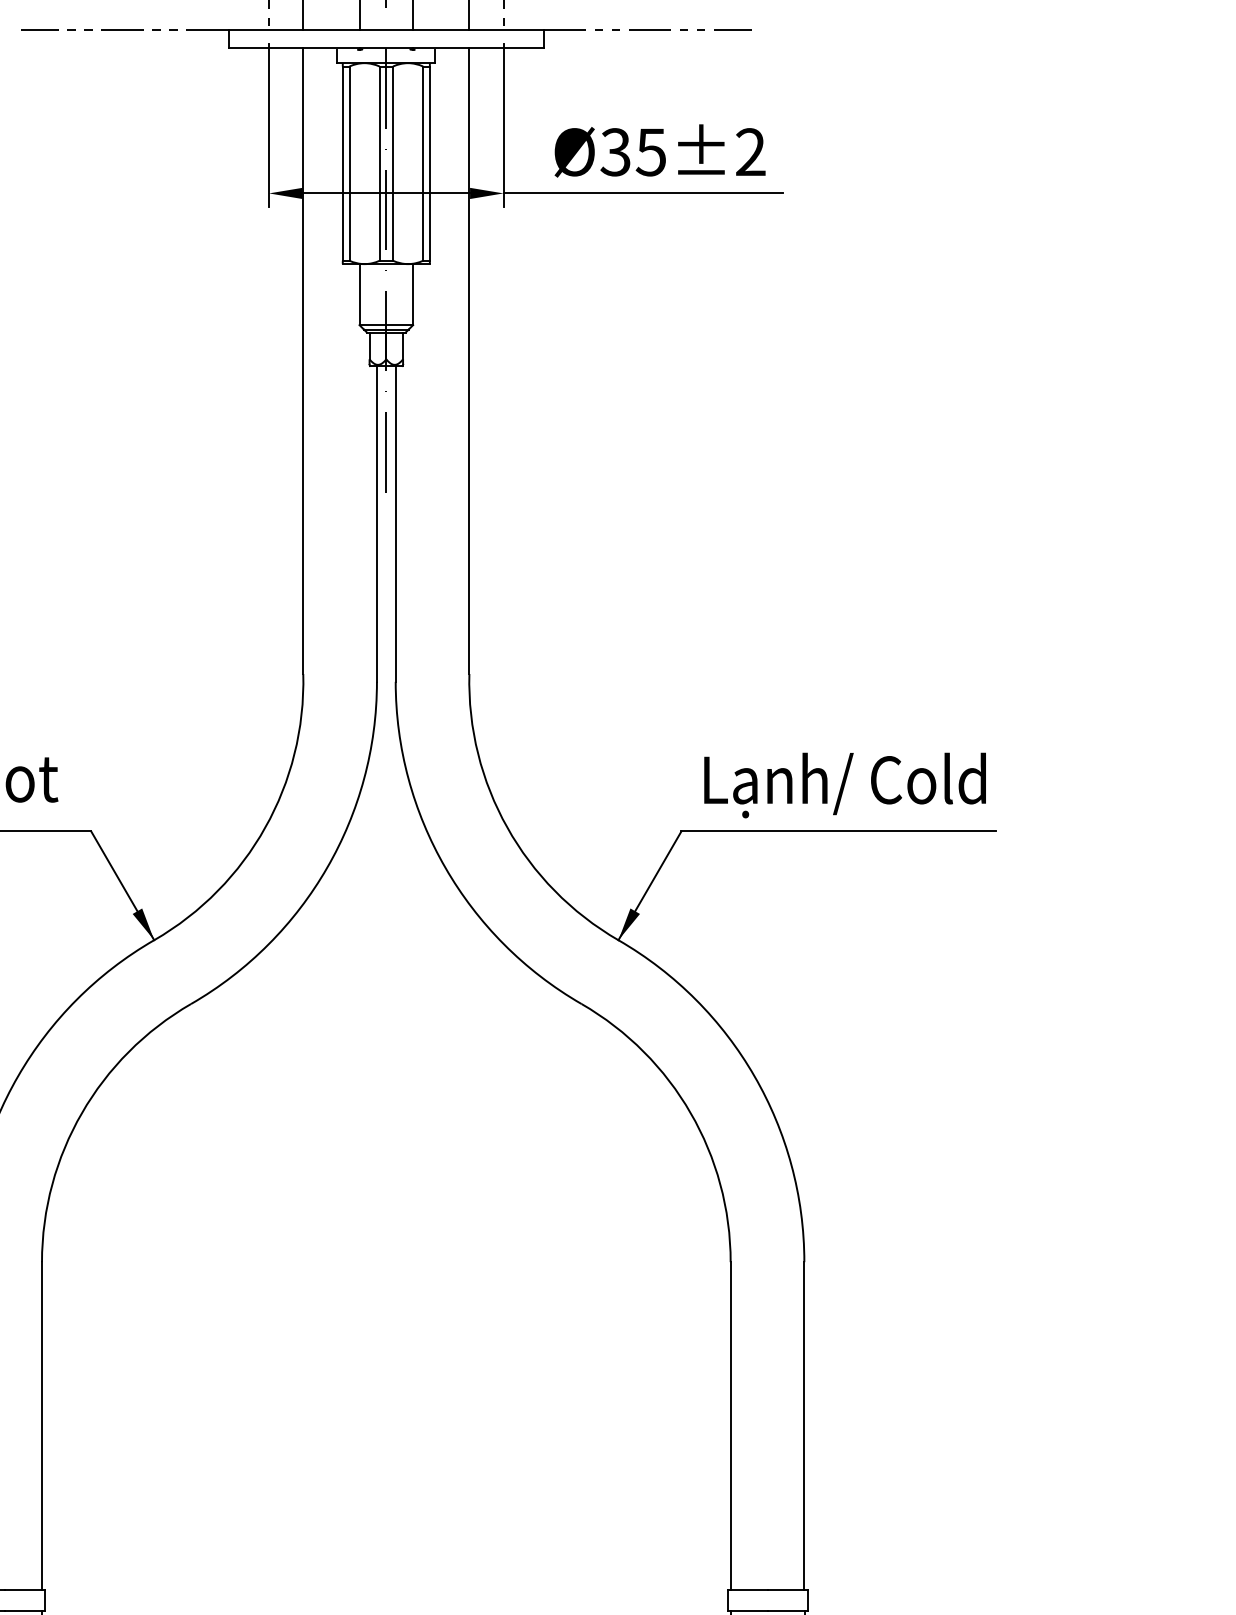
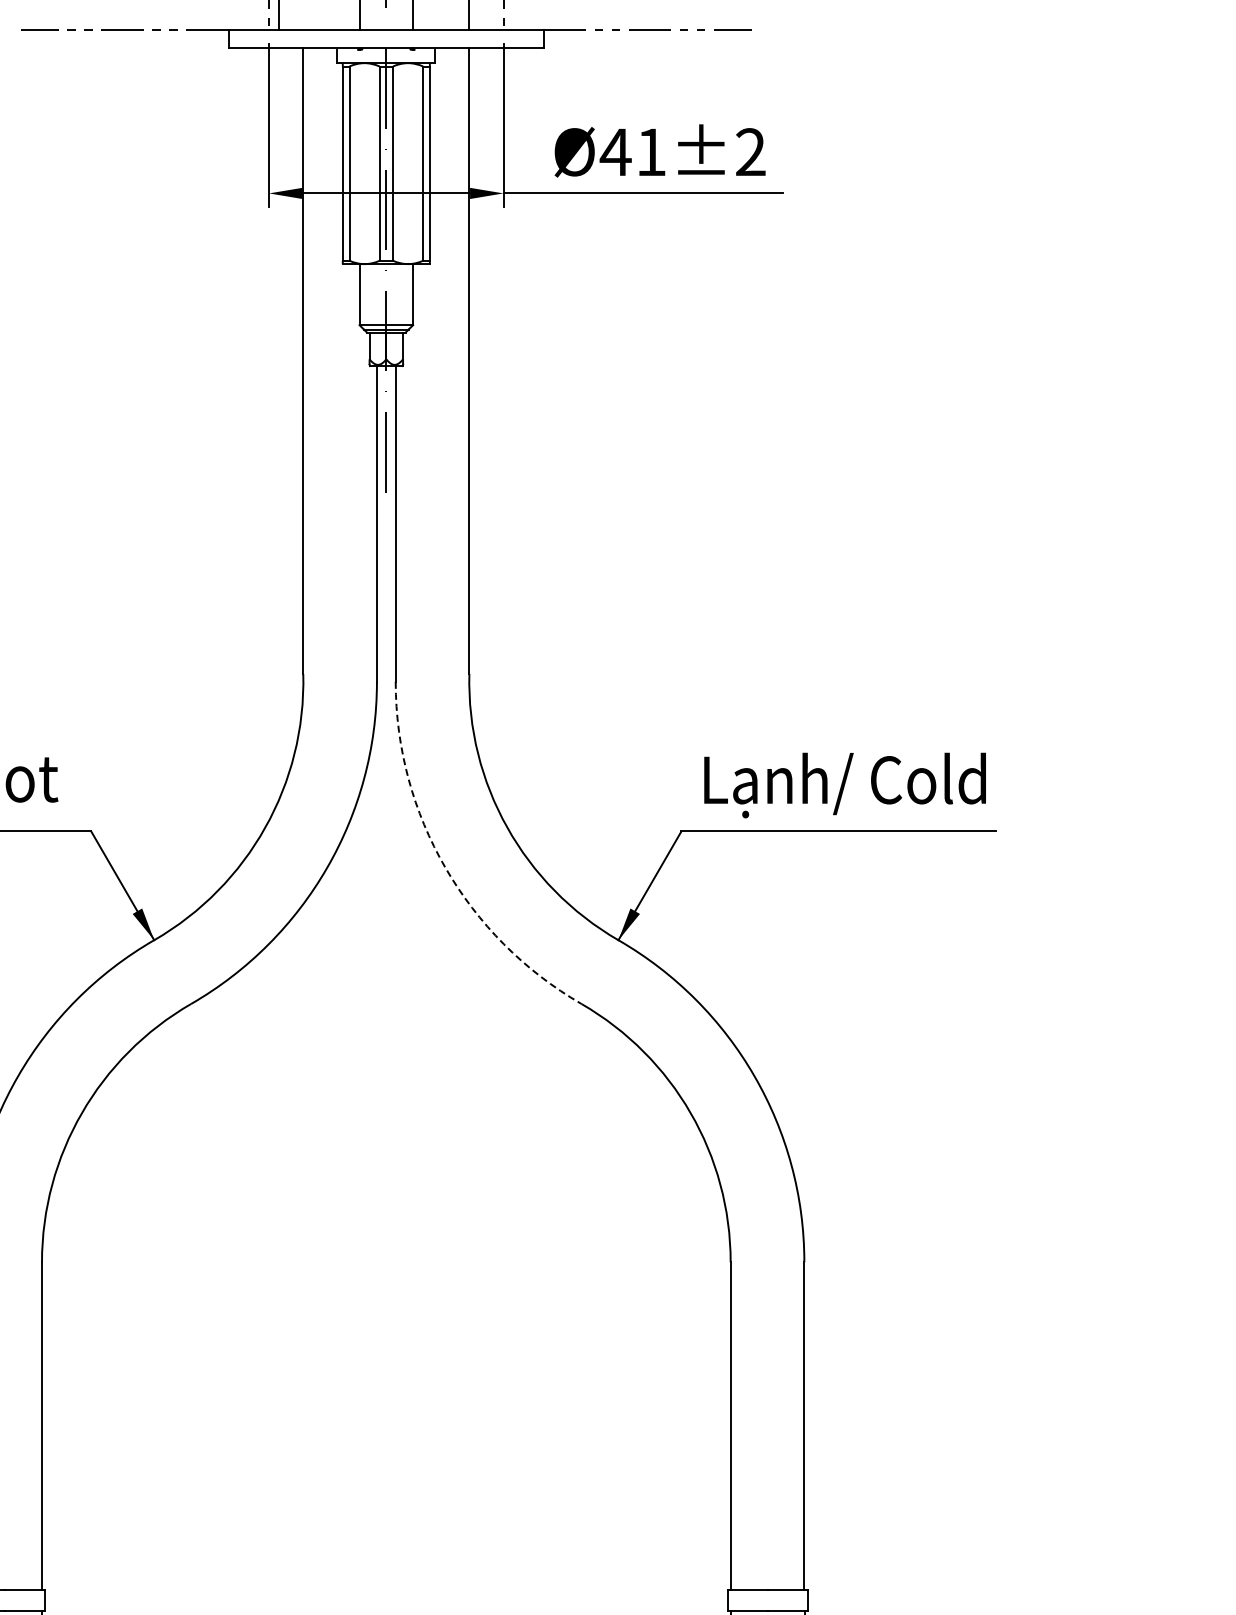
line at (303, 16) position: (303, 16) -> (279, 16)
text at (632, 152): Ø35±2 -> Ø41±2
arc at (445, 867): solid -> dashed
